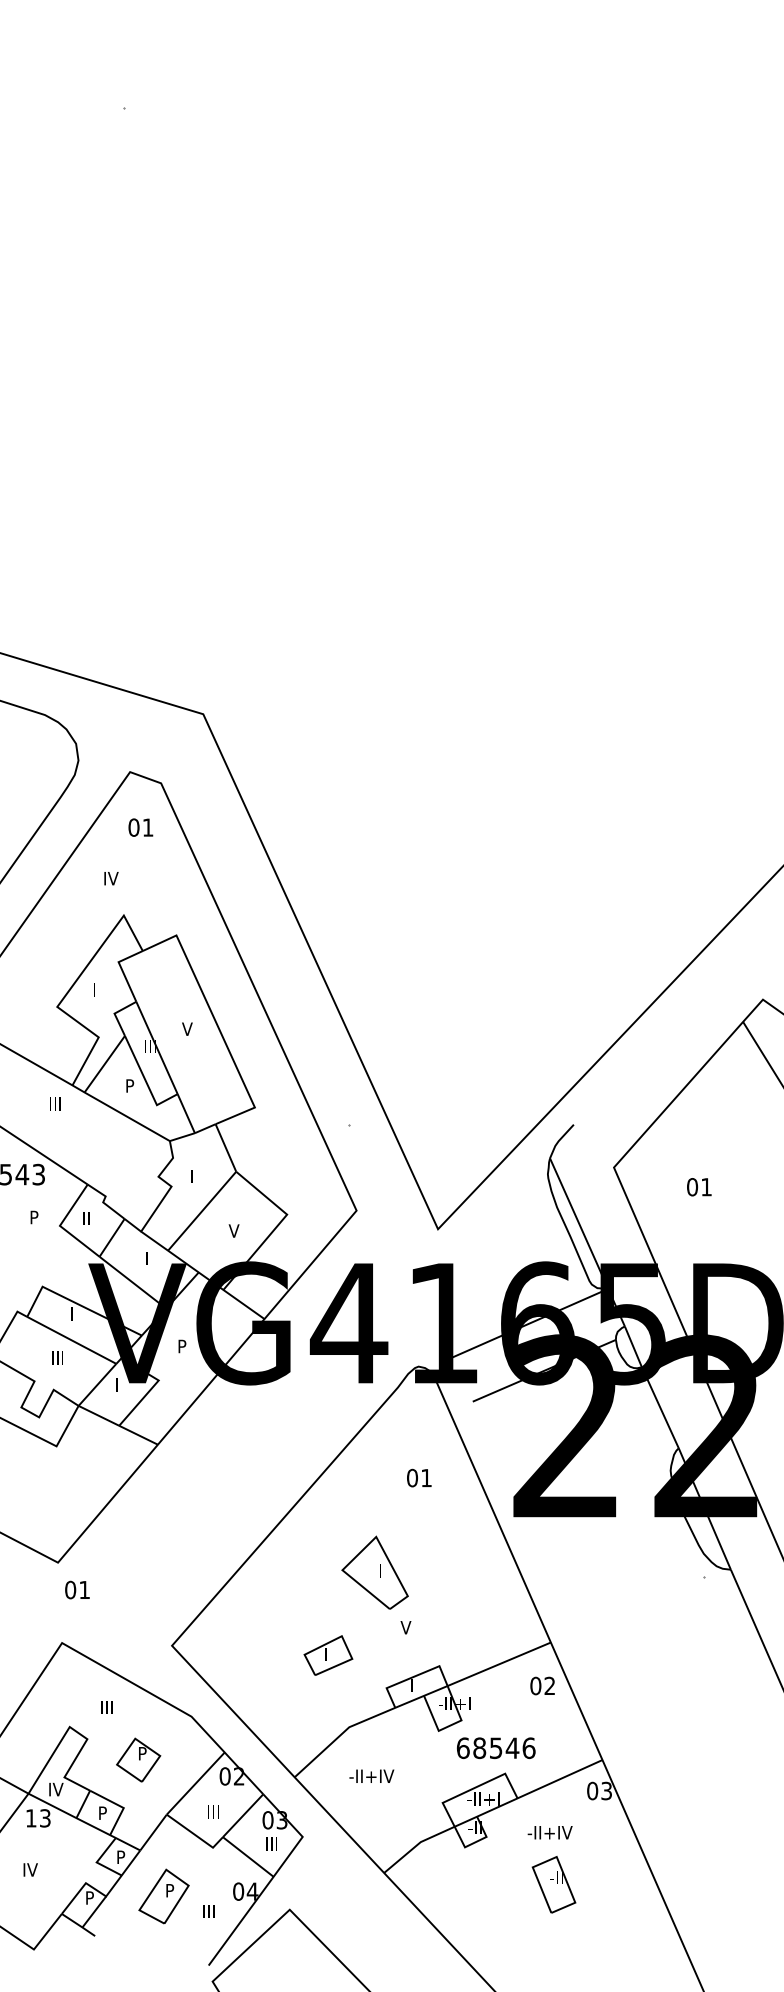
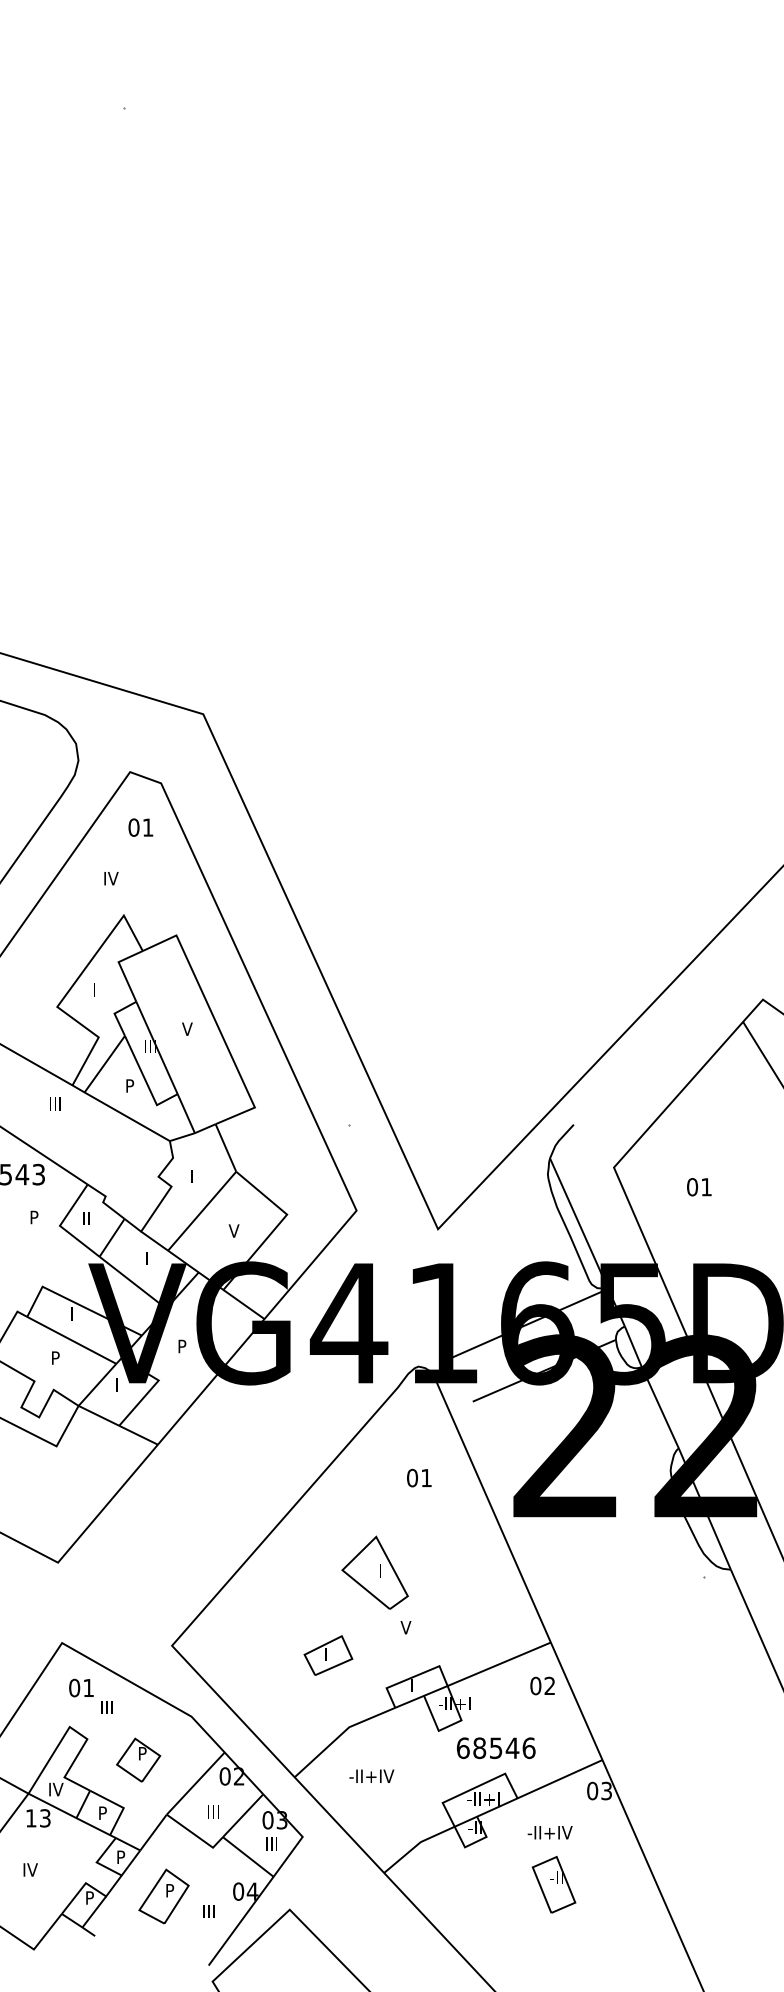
text at (57, 1357): III -> P
text at (77, 1589) position: (77, 1589) -> (81, 1687)
